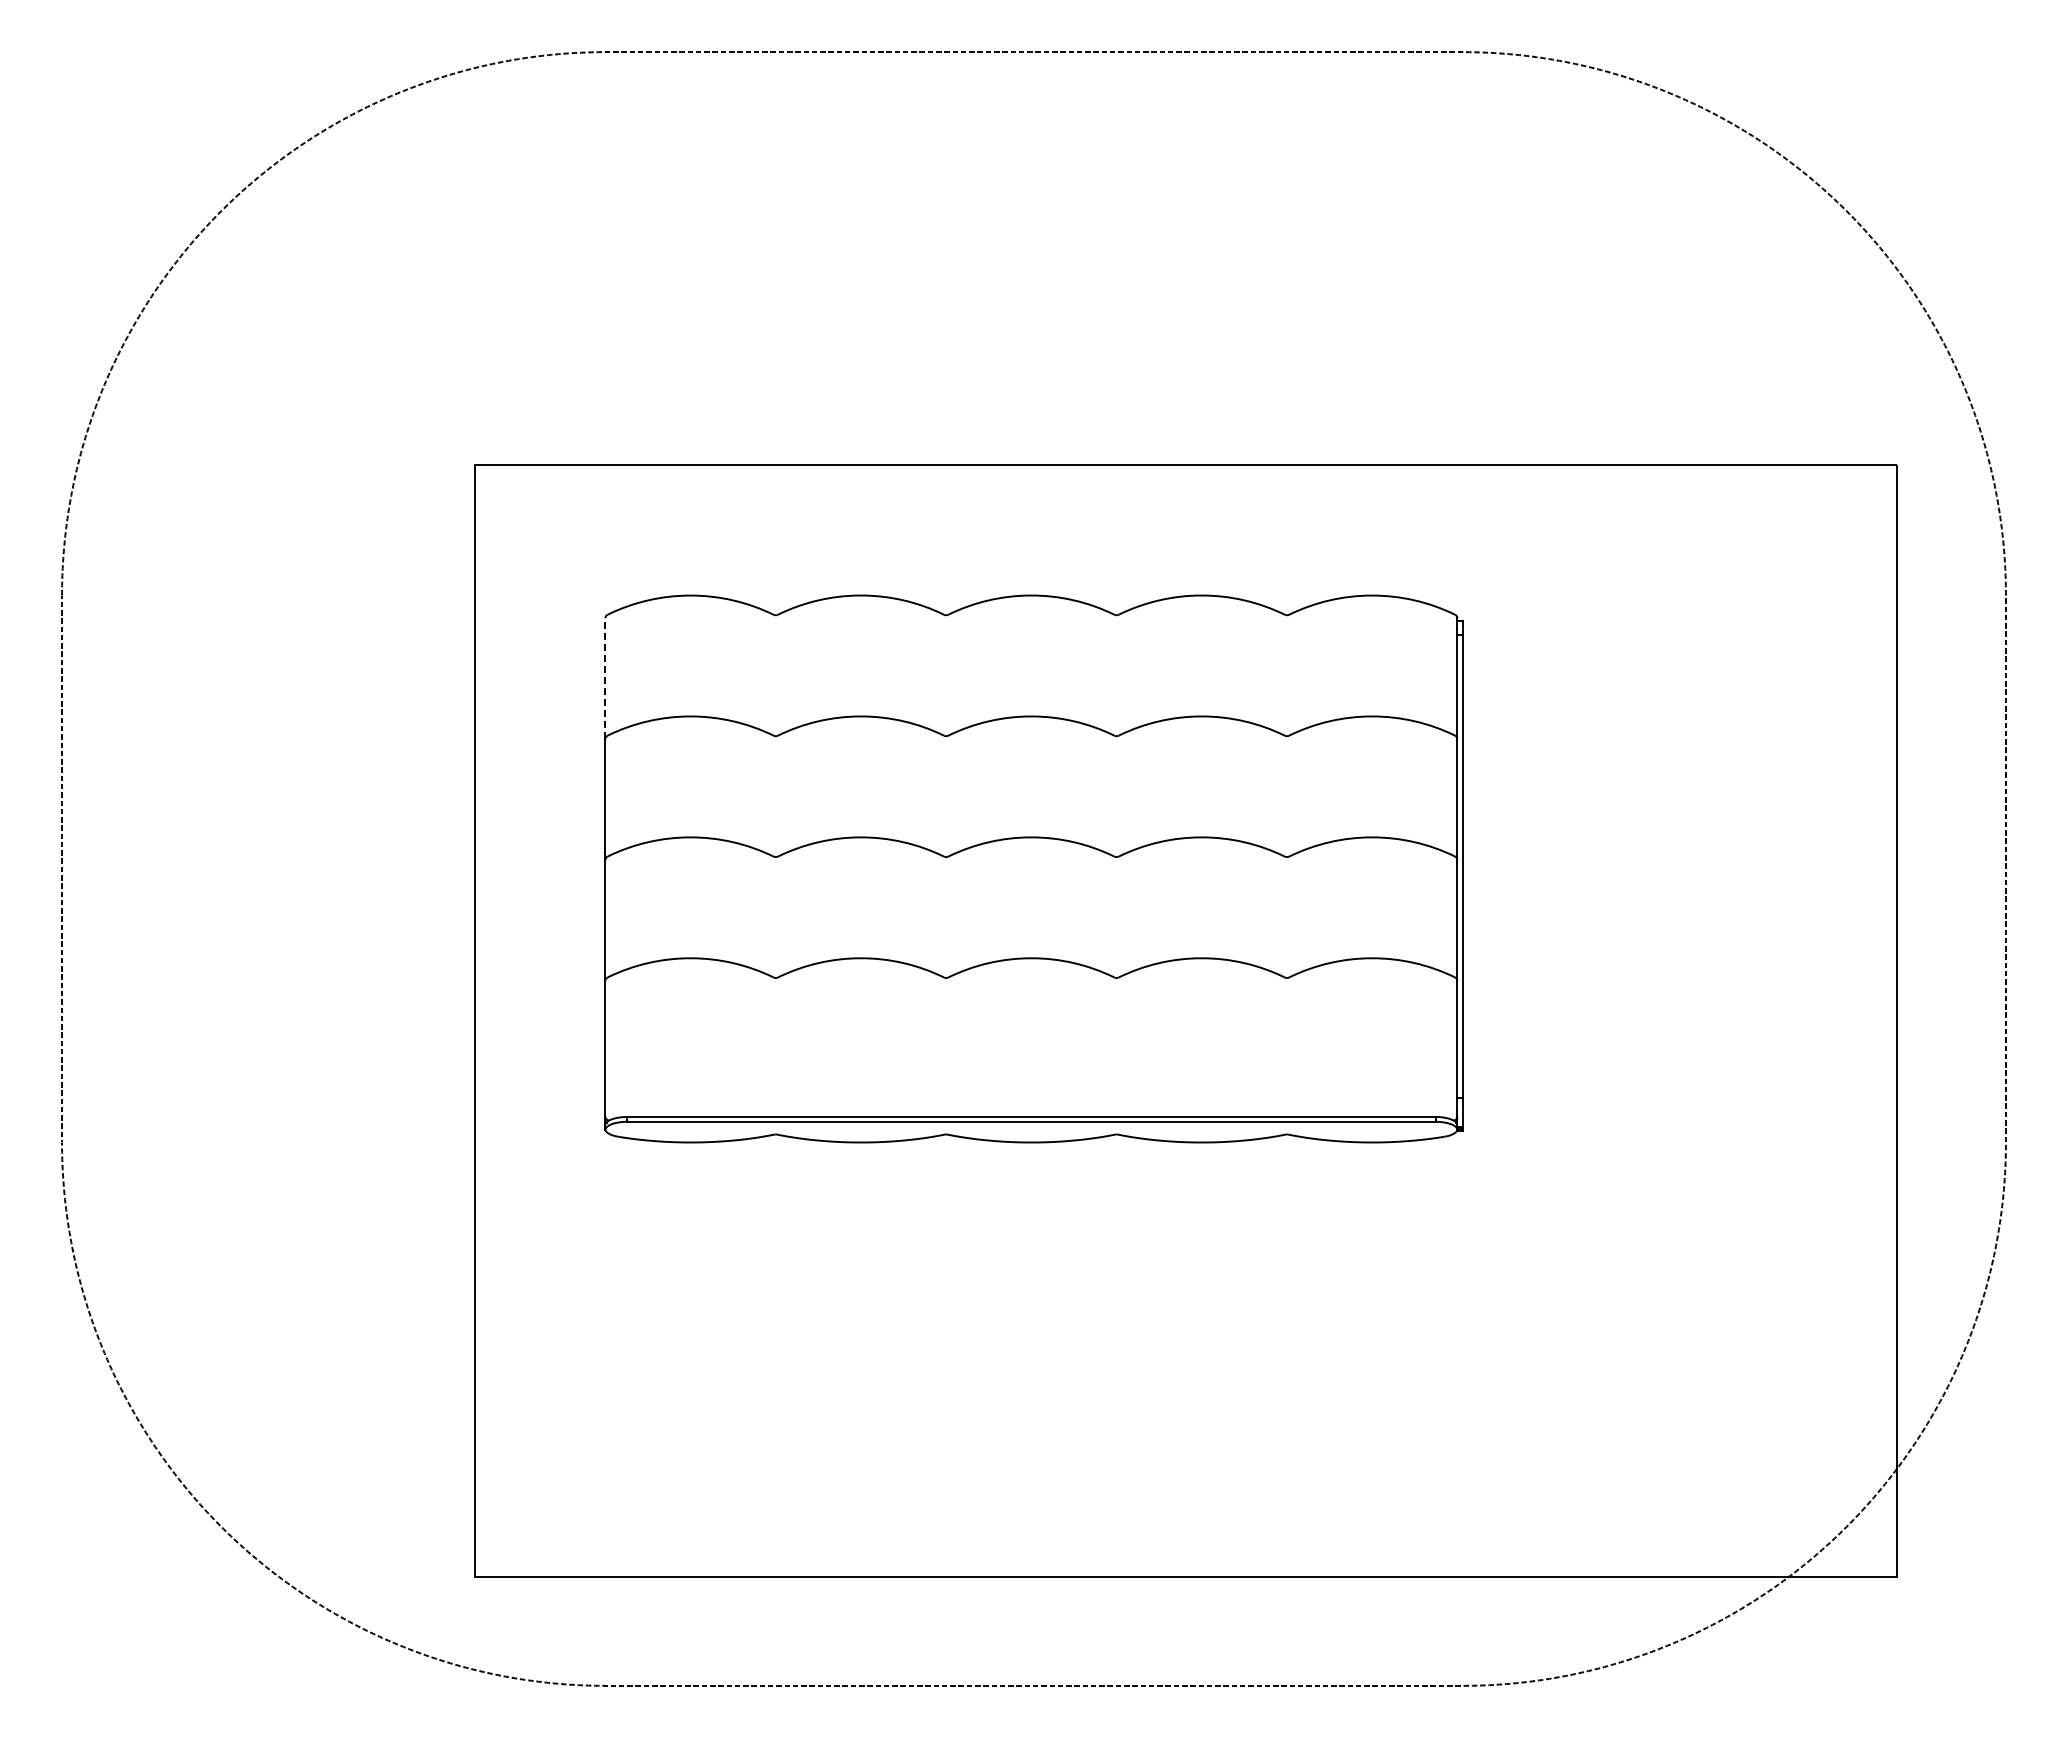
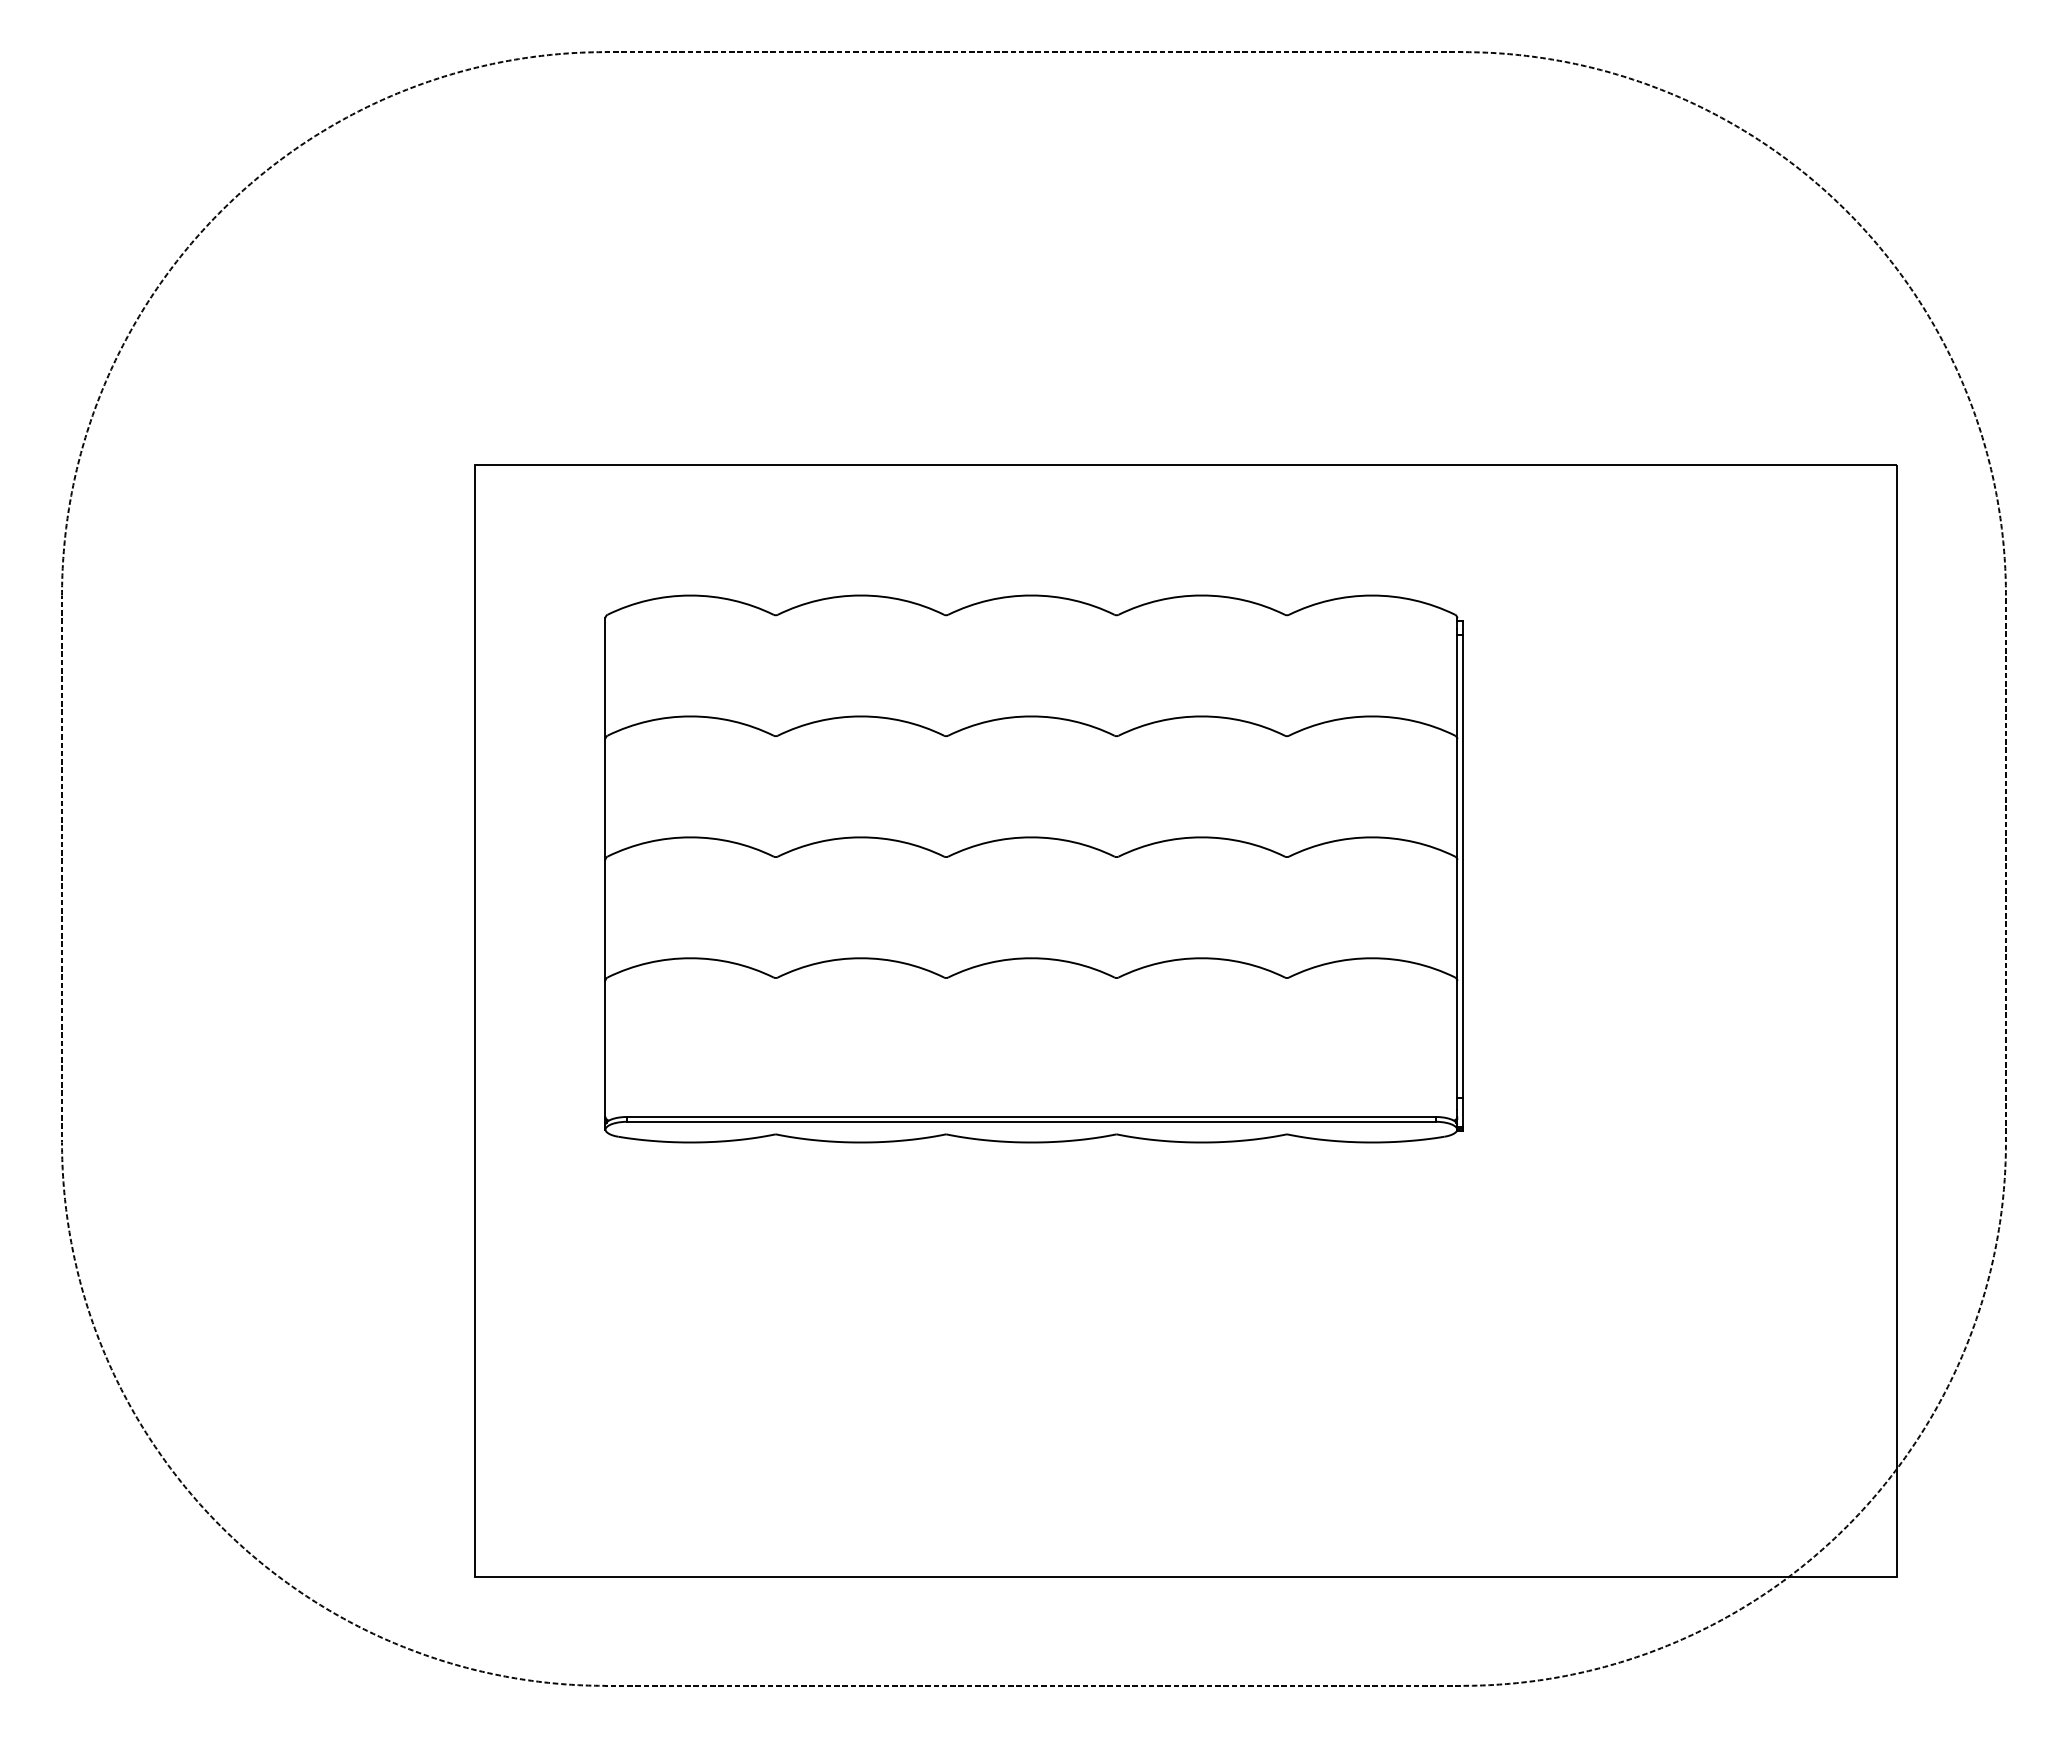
line at (605, 678): dashed -> solid
